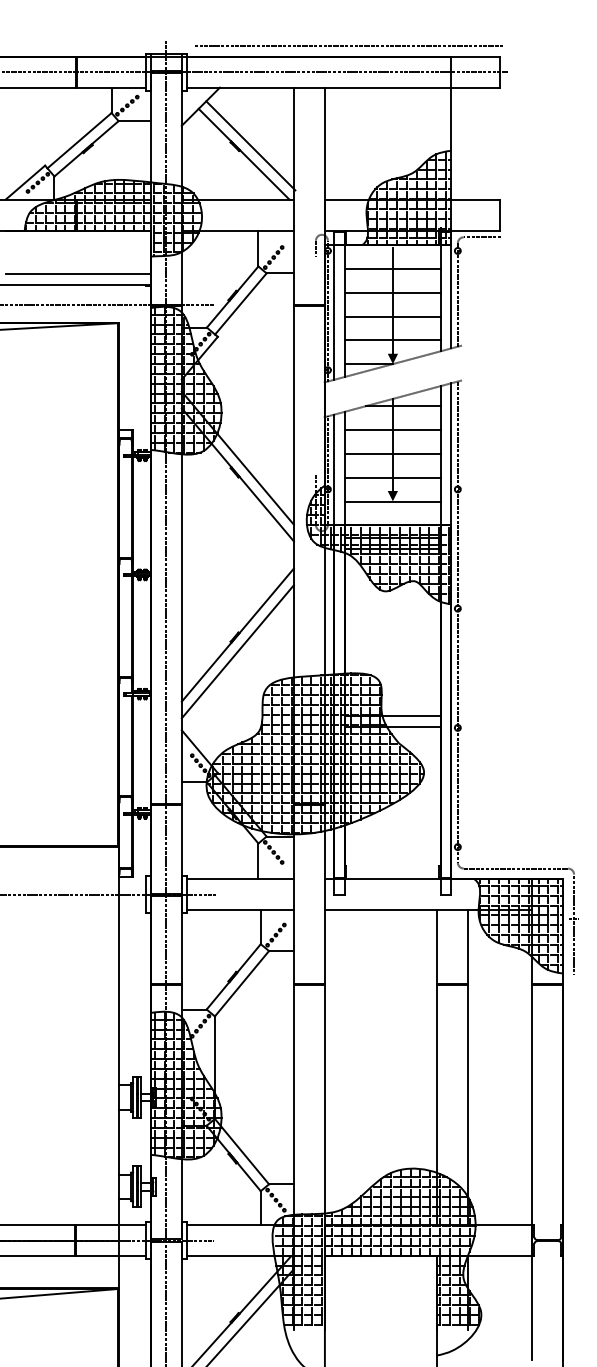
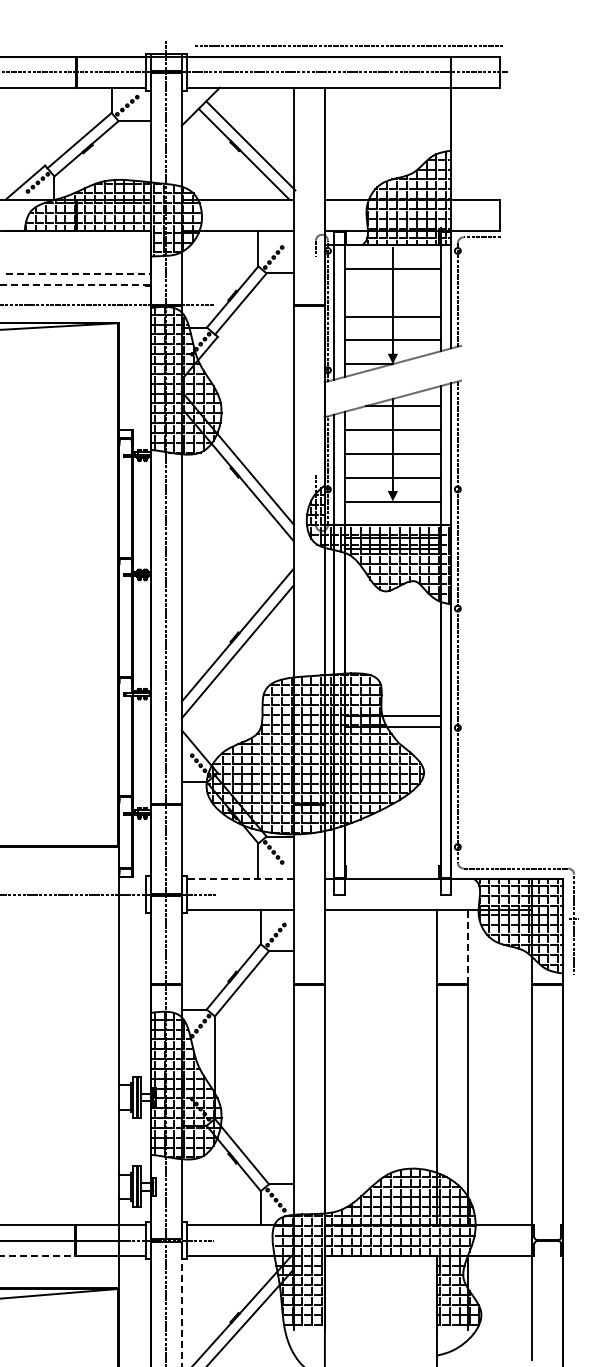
line at (78, 274): solid -> dashed
line at (75, 284): solid -> dashed
line at (392, 292): present -> none
line at (240, 879): solid -> dashed
line at (467, 947): solid -> dashed
line at (37, 1256): solid -> dashed
line at (181, 1304): solid -> dashed
